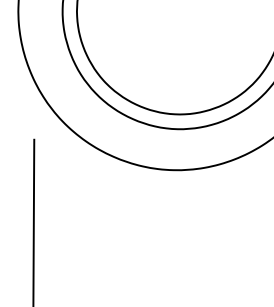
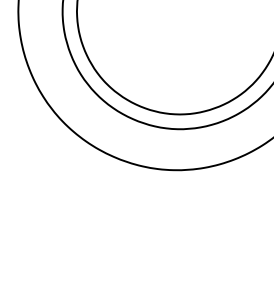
line at (33, 221): present -> none
